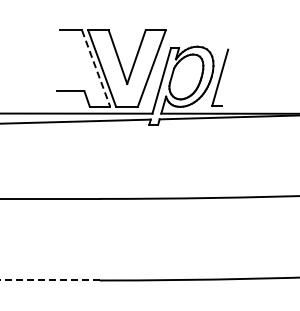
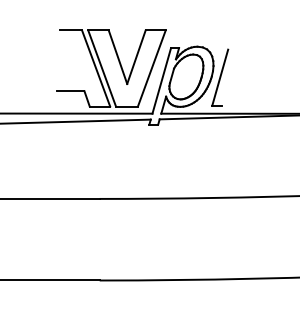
line at (96, 68): dashed -> solid
line at (49, 280): dashed -> solid
